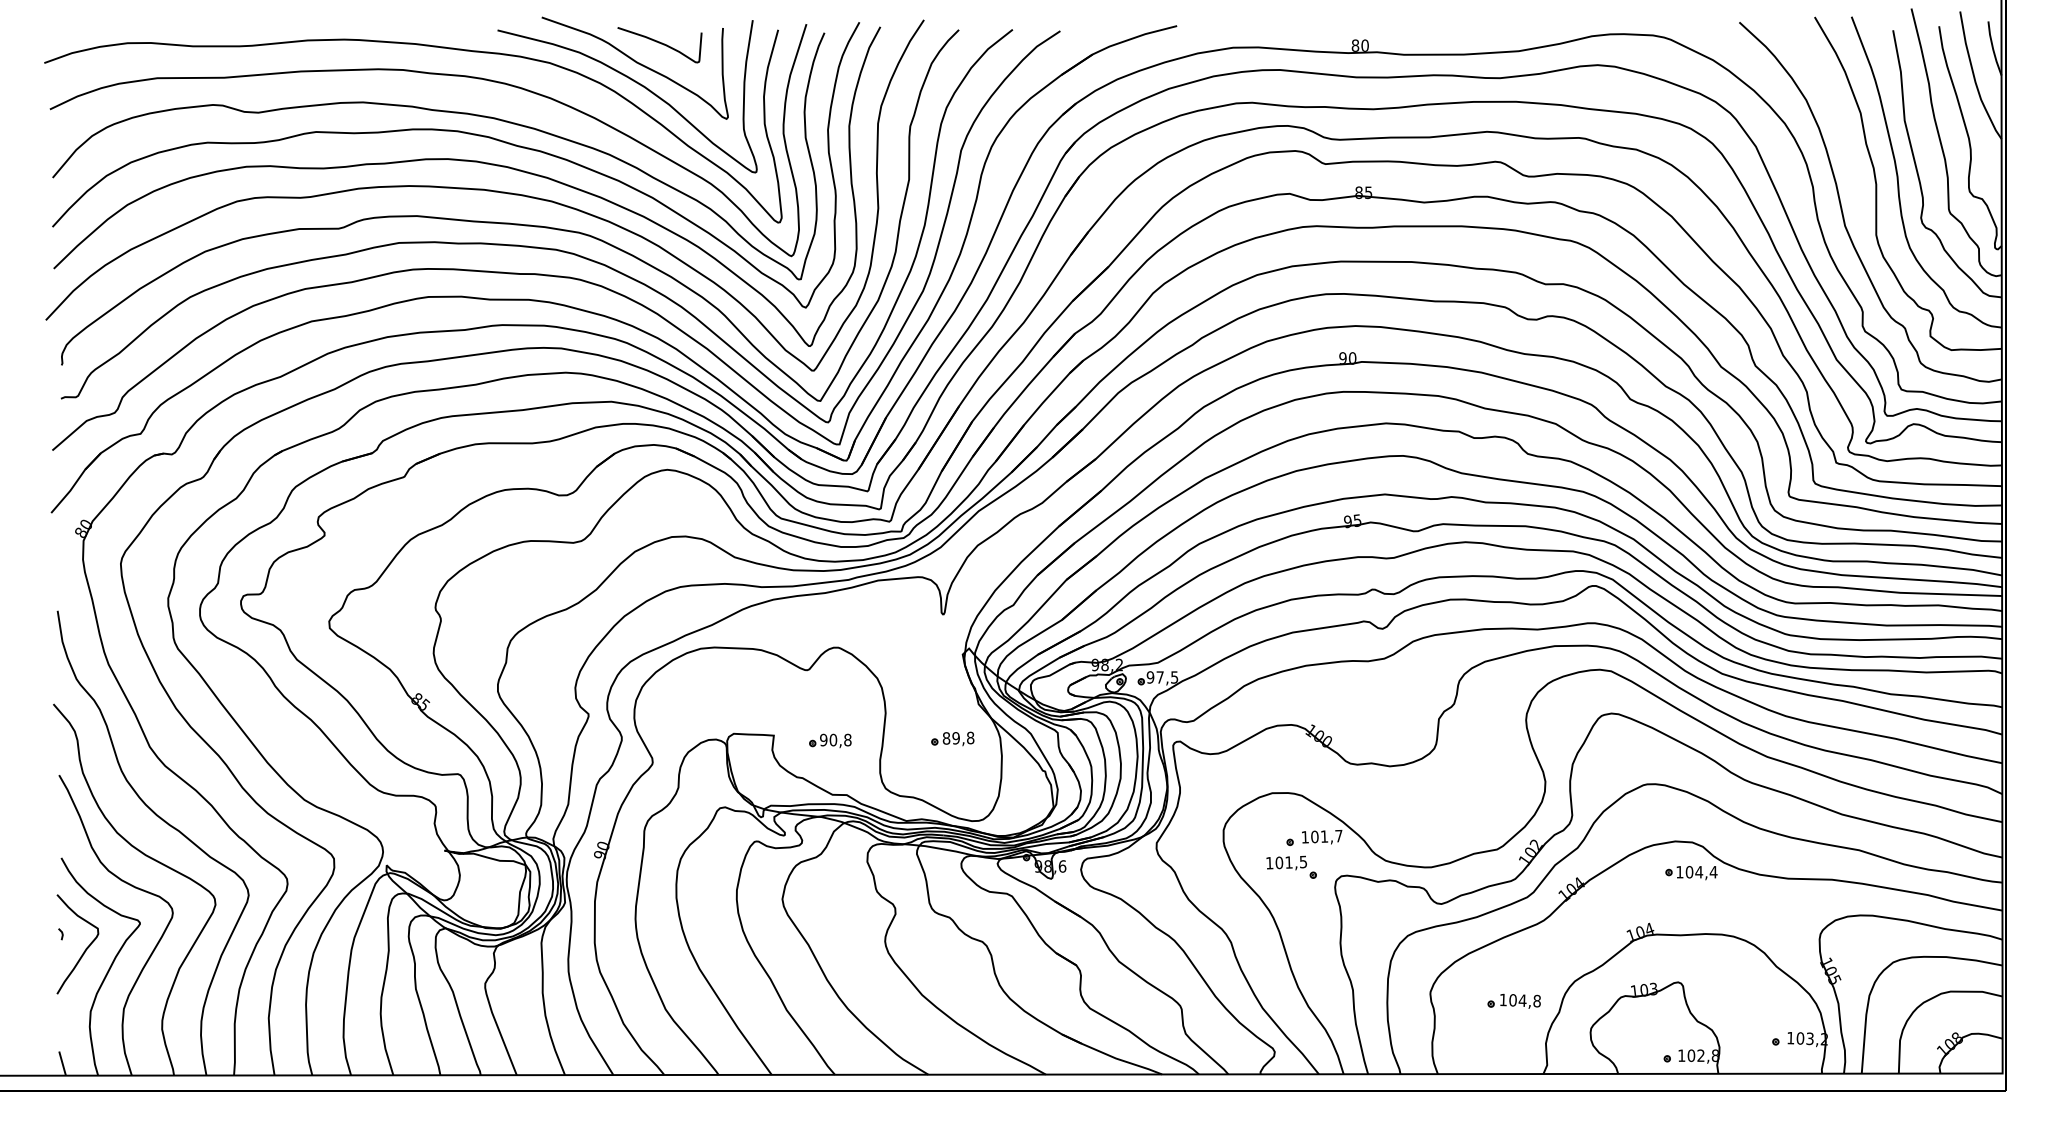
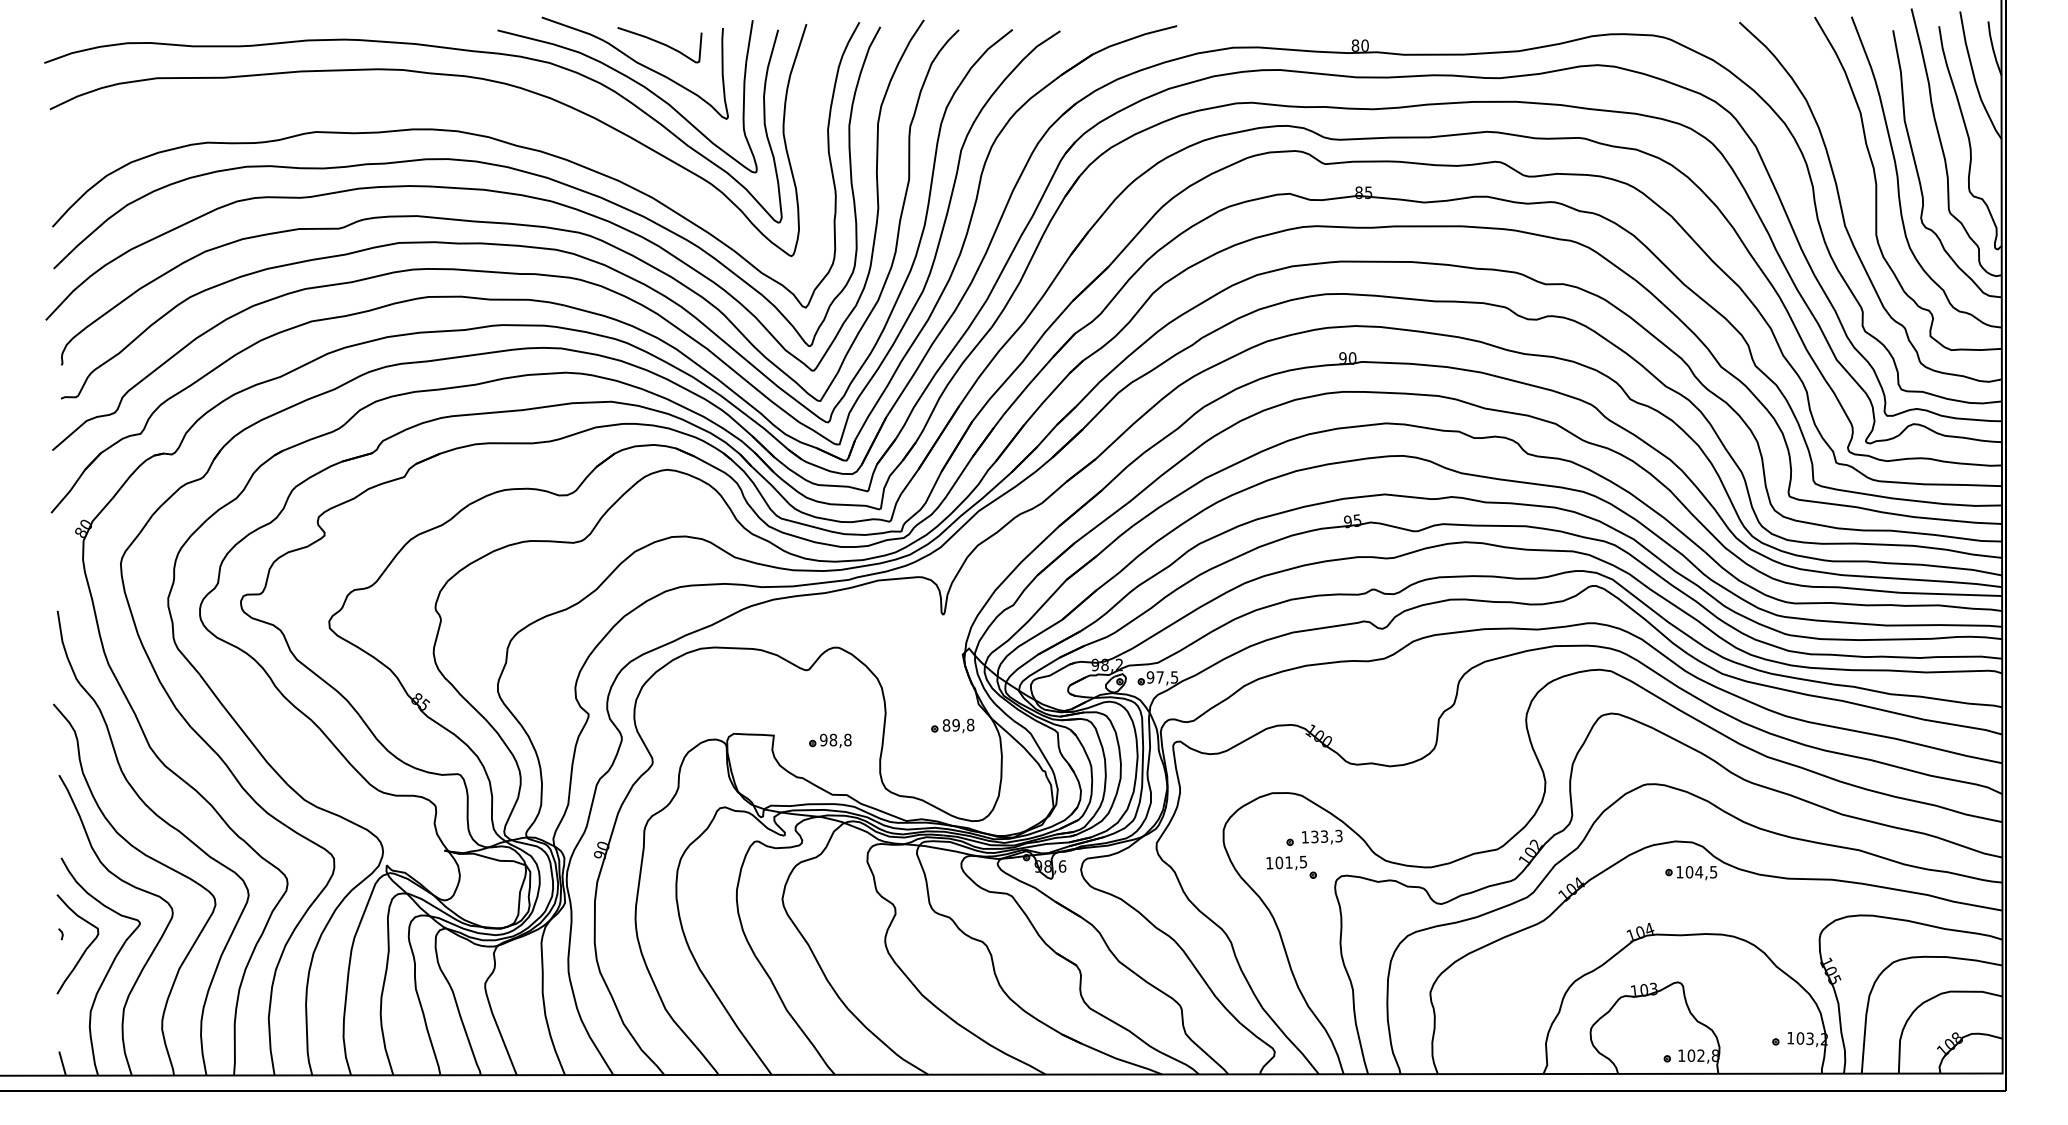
curve at (443, 112): present -> none
part at (952, 738) position: (952, 738) -> (952, 725)
text at (833, 739): 90,8 -> 98,8
text at (1326, 836): 101,7 -> 133,3
text at (1713, 872): 104,4 -> 104,5
part at (1513, 1000): present -> none
